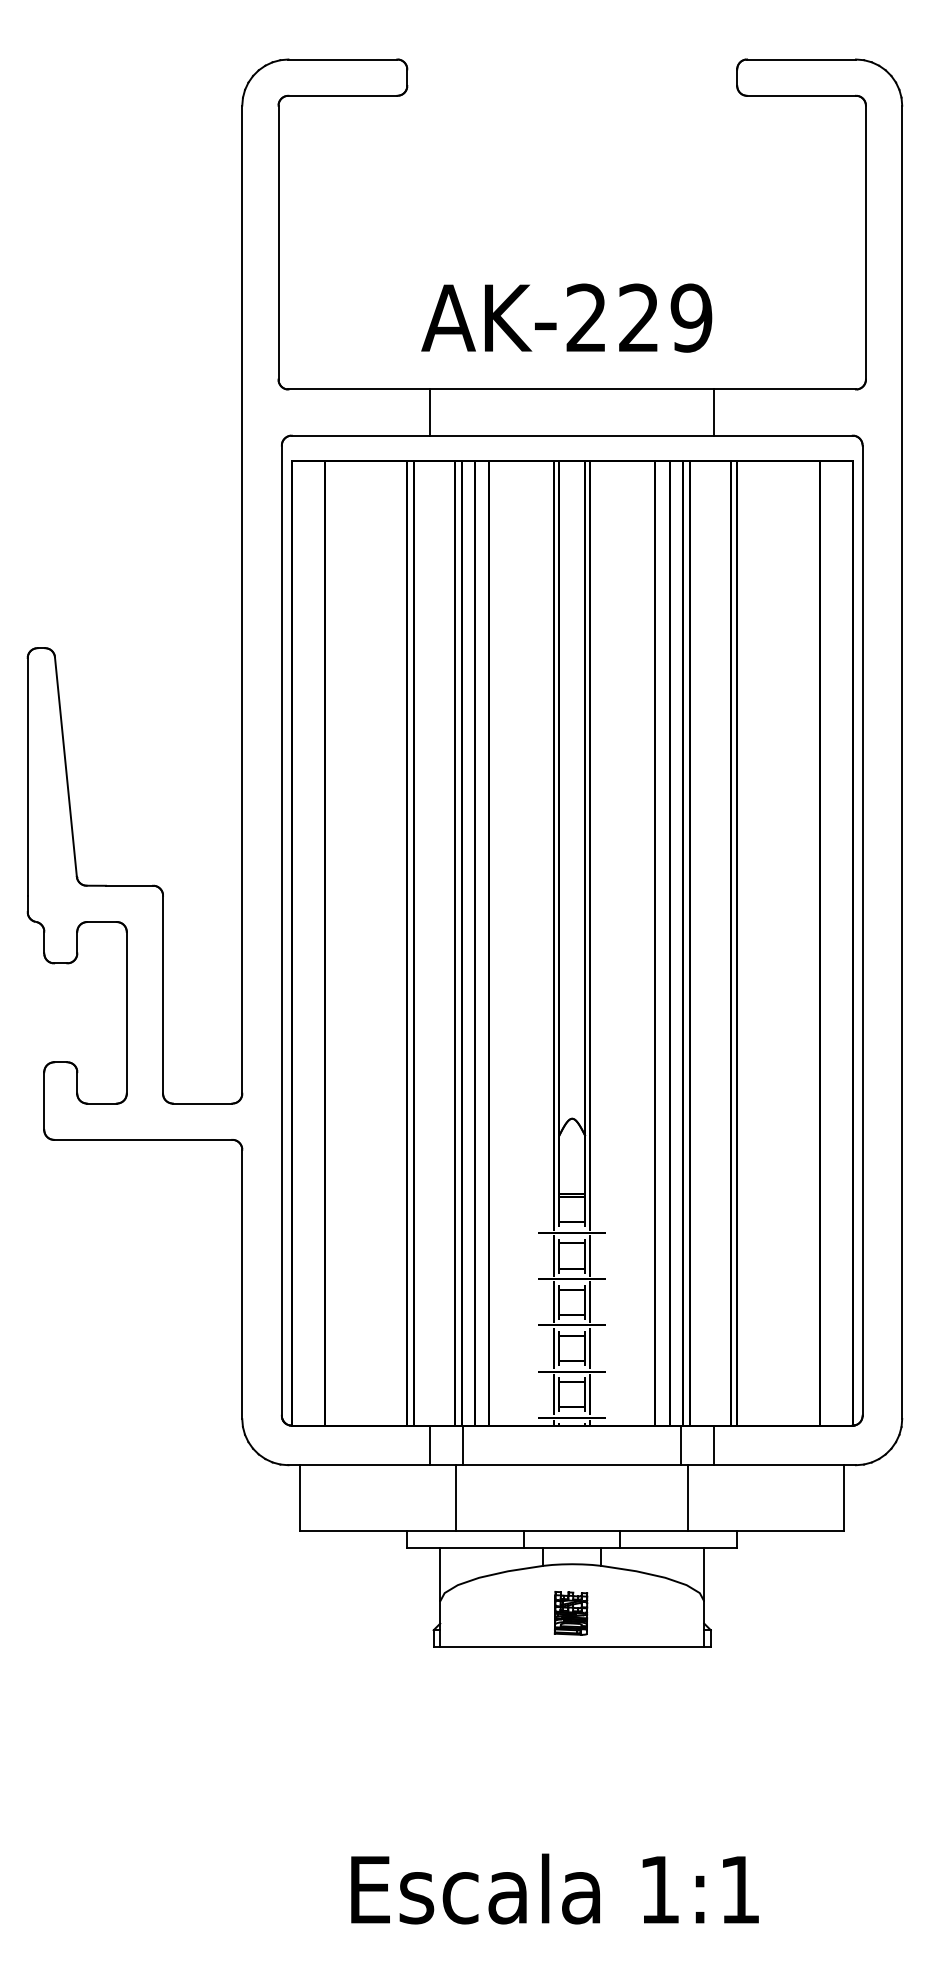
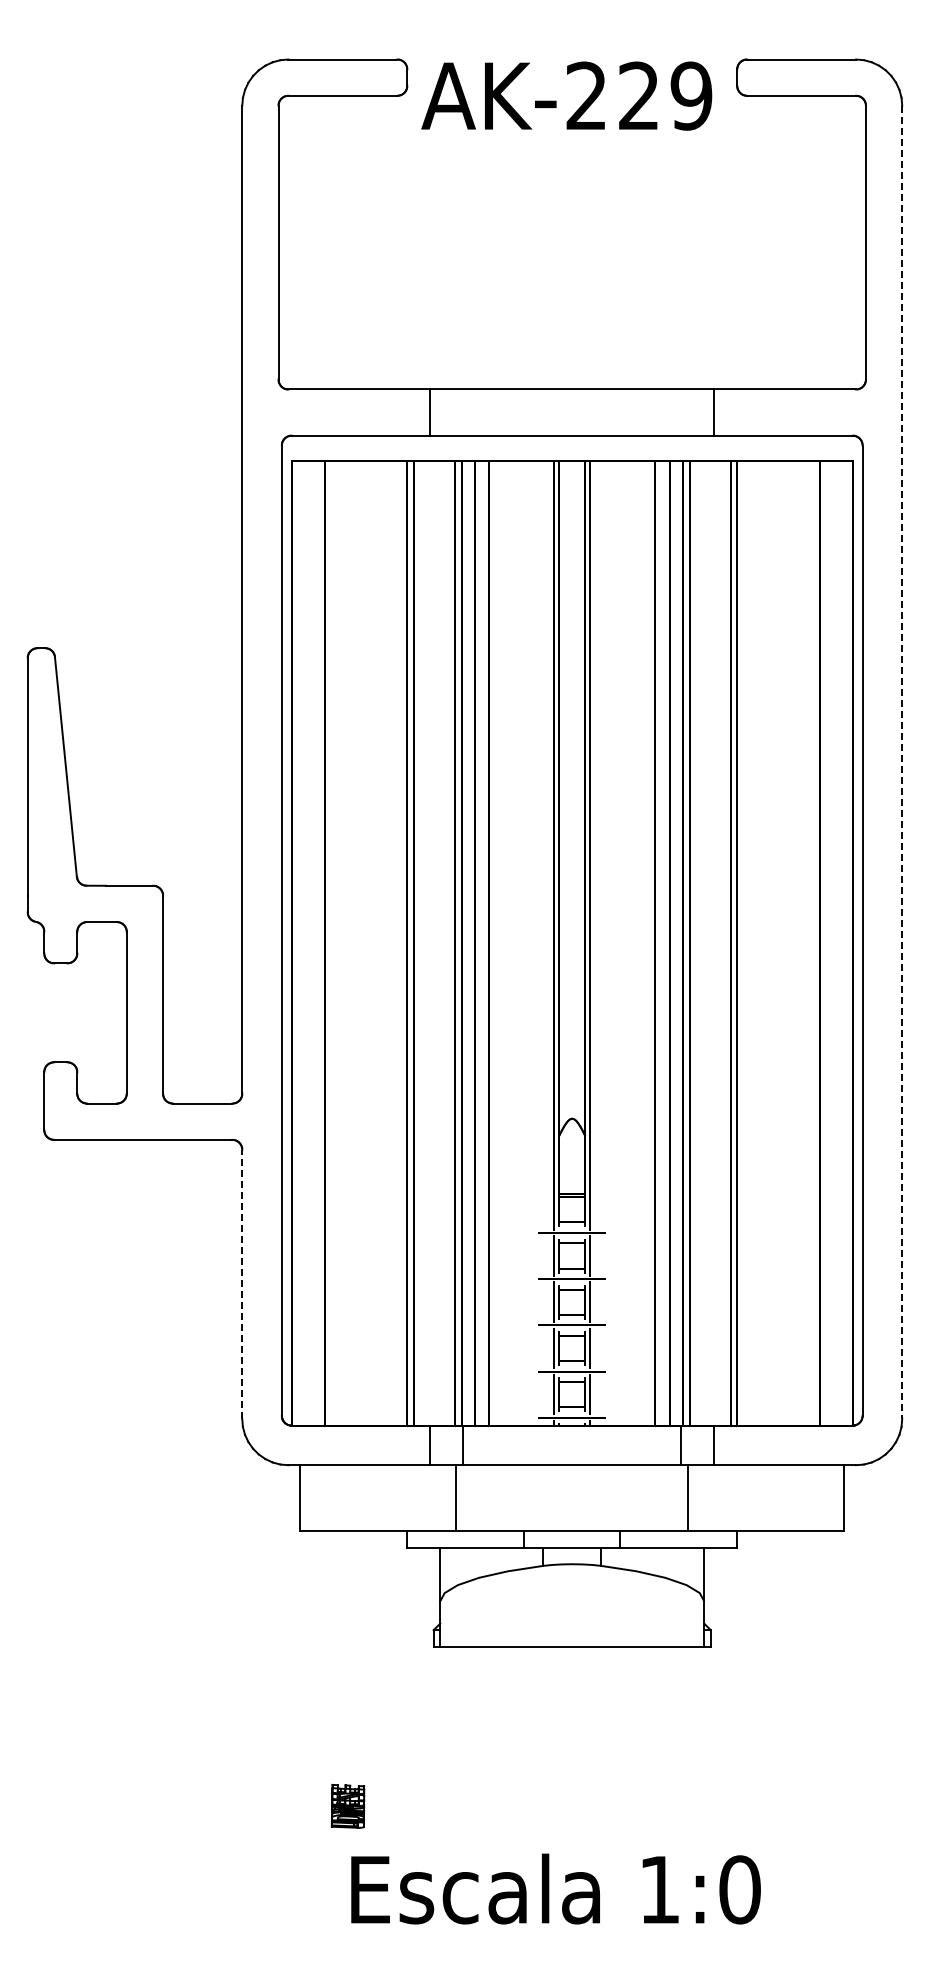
text at (566, 317) position: (566, 317) -> (566, 95)
line at (902, 762): solid -> dashed
line at (242, 1284): solid -> dashed
part at (570, 1613) position: (570, 1613) -> (347, 1806)
text at (739, 1889): 1:1 -> 1:0
